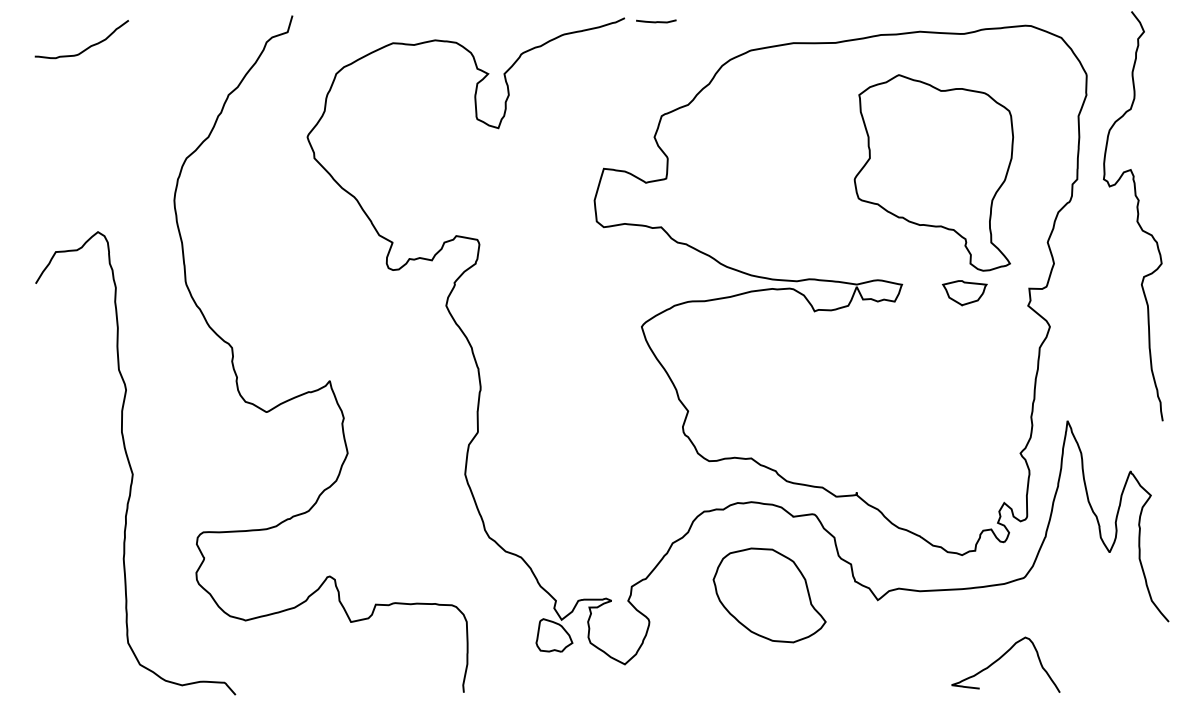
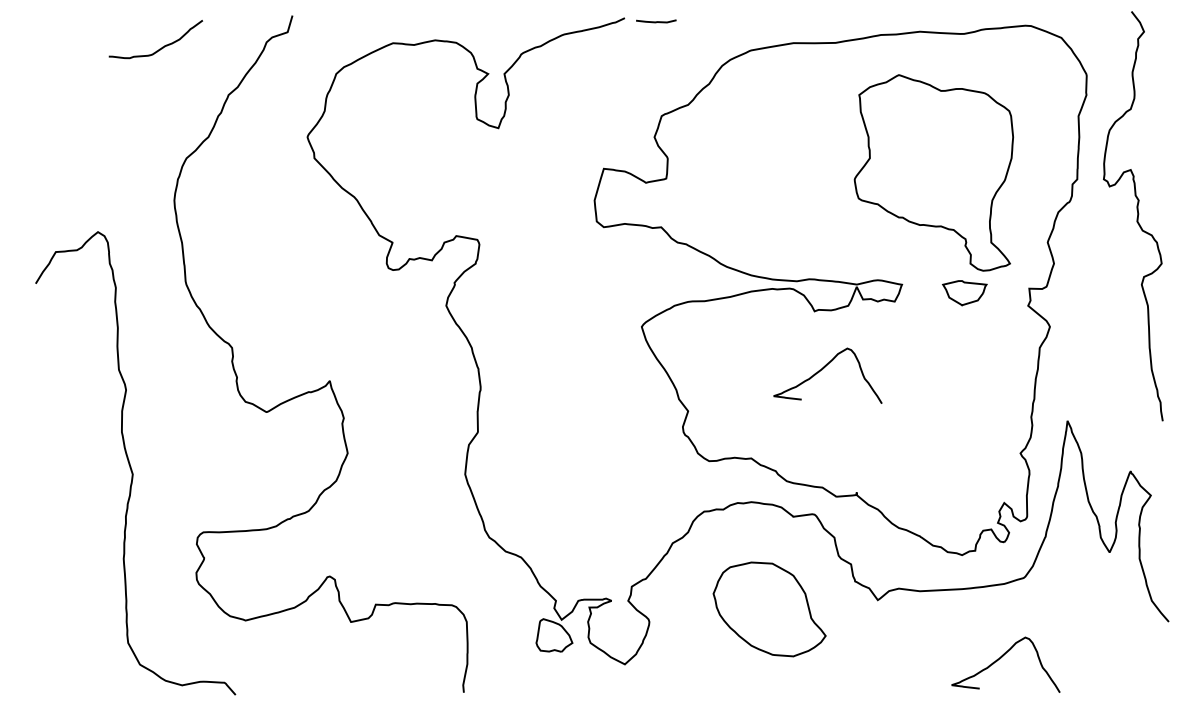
curve at (85, 48) position: (85, 48) -> (159, 48)
curve at (823, 369): none -> present
part at (769, 595) position: (769, 595) -> (769, 609)
